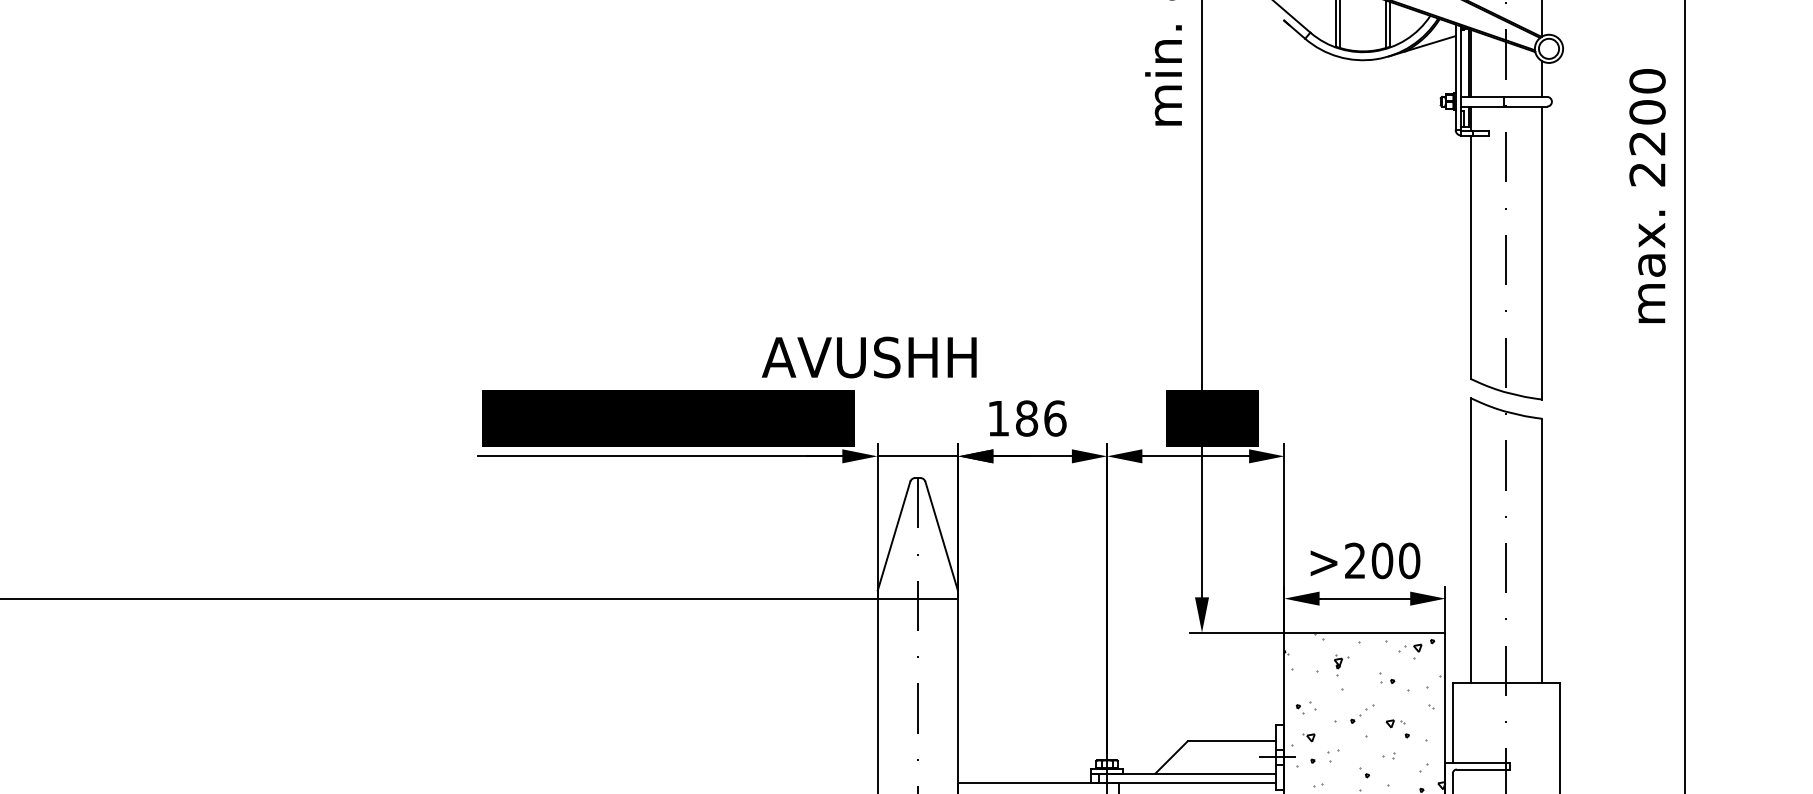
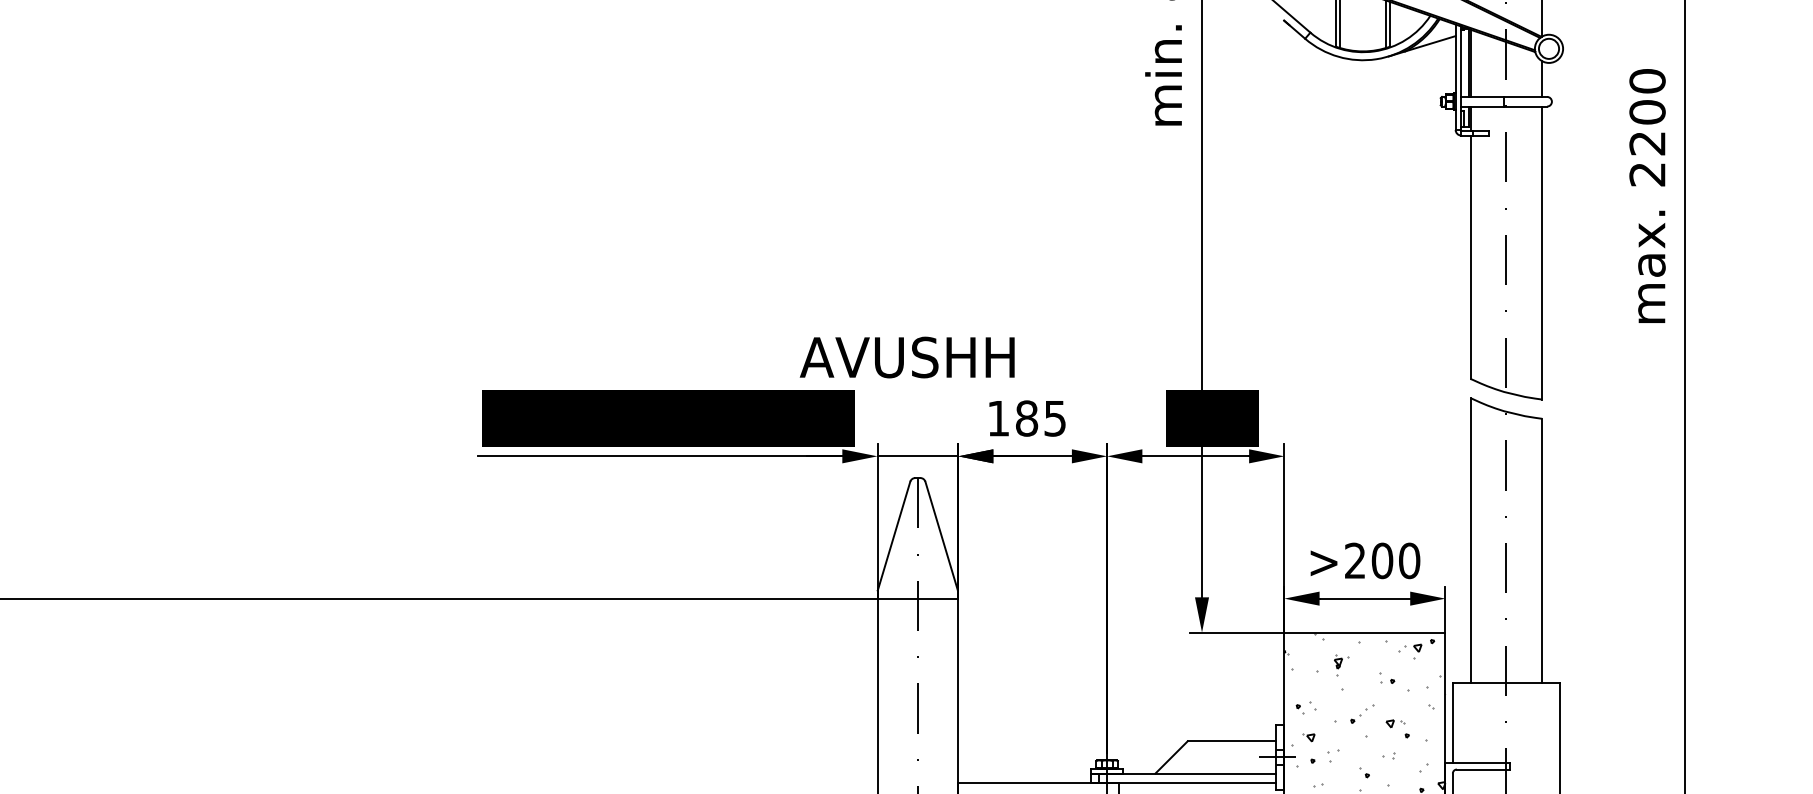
text at (868, 357) position: (868, 357) -> (906, 357)
text at (1055, 418): 186 -> 185
